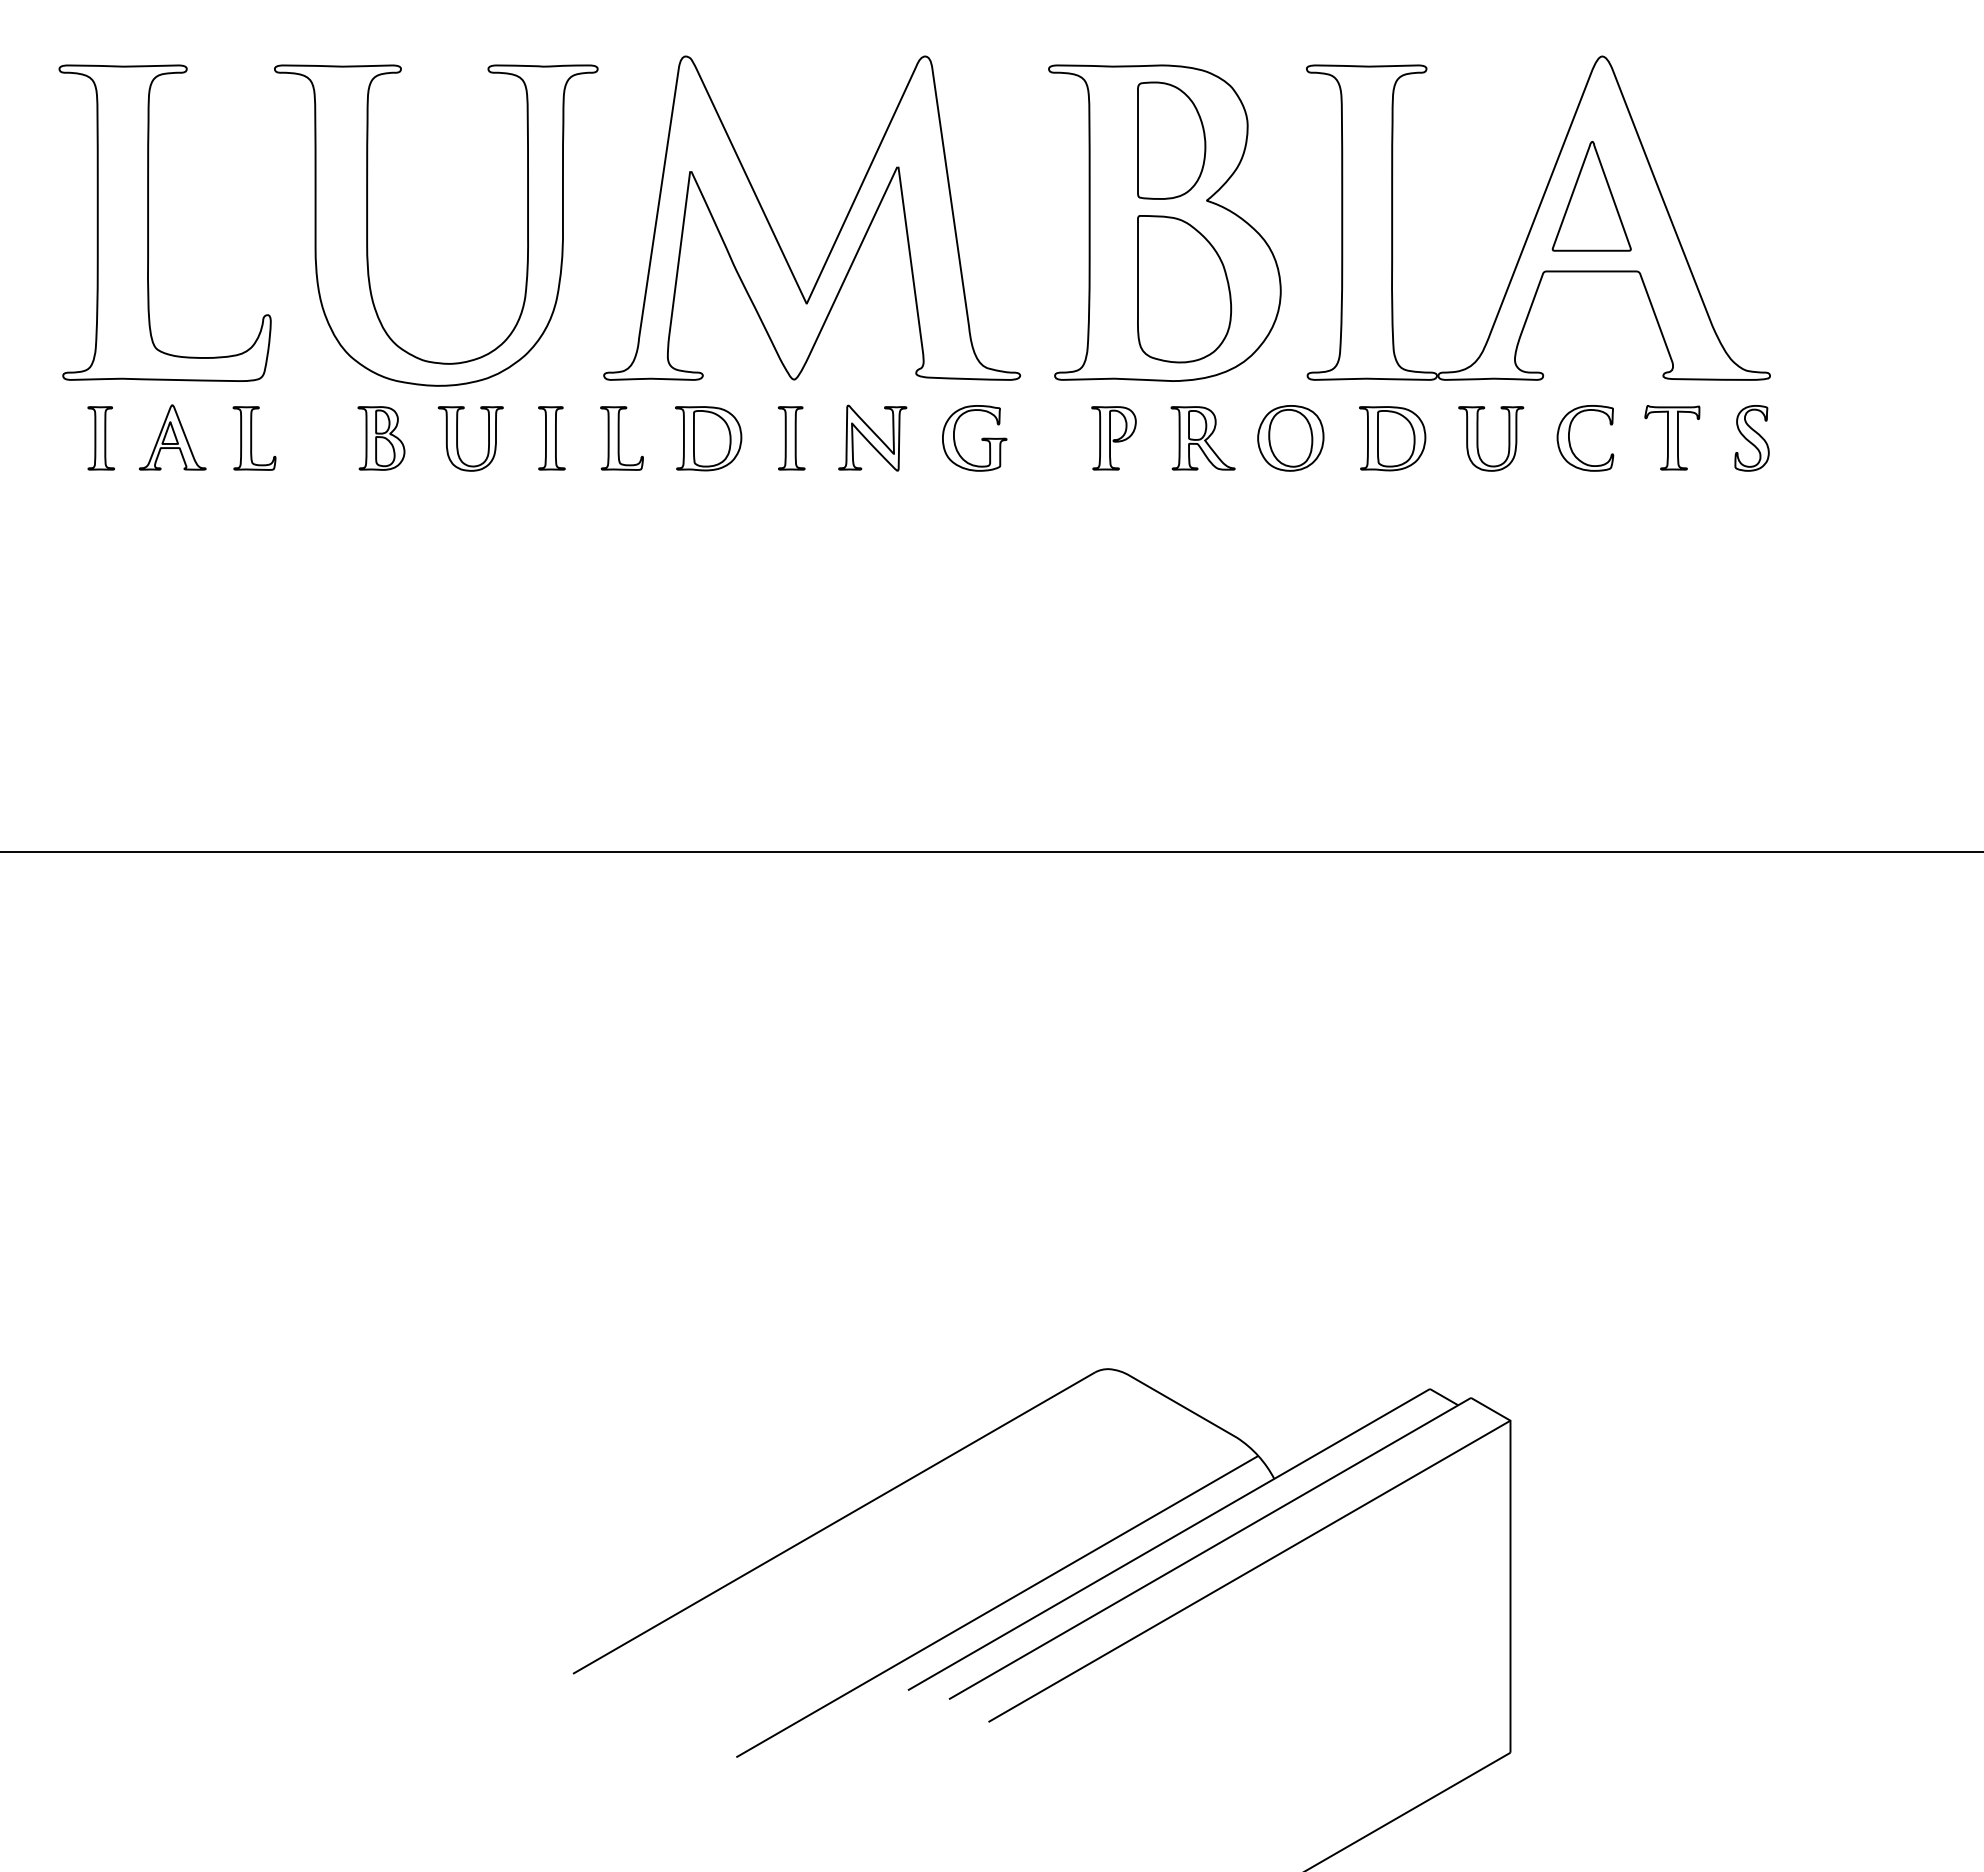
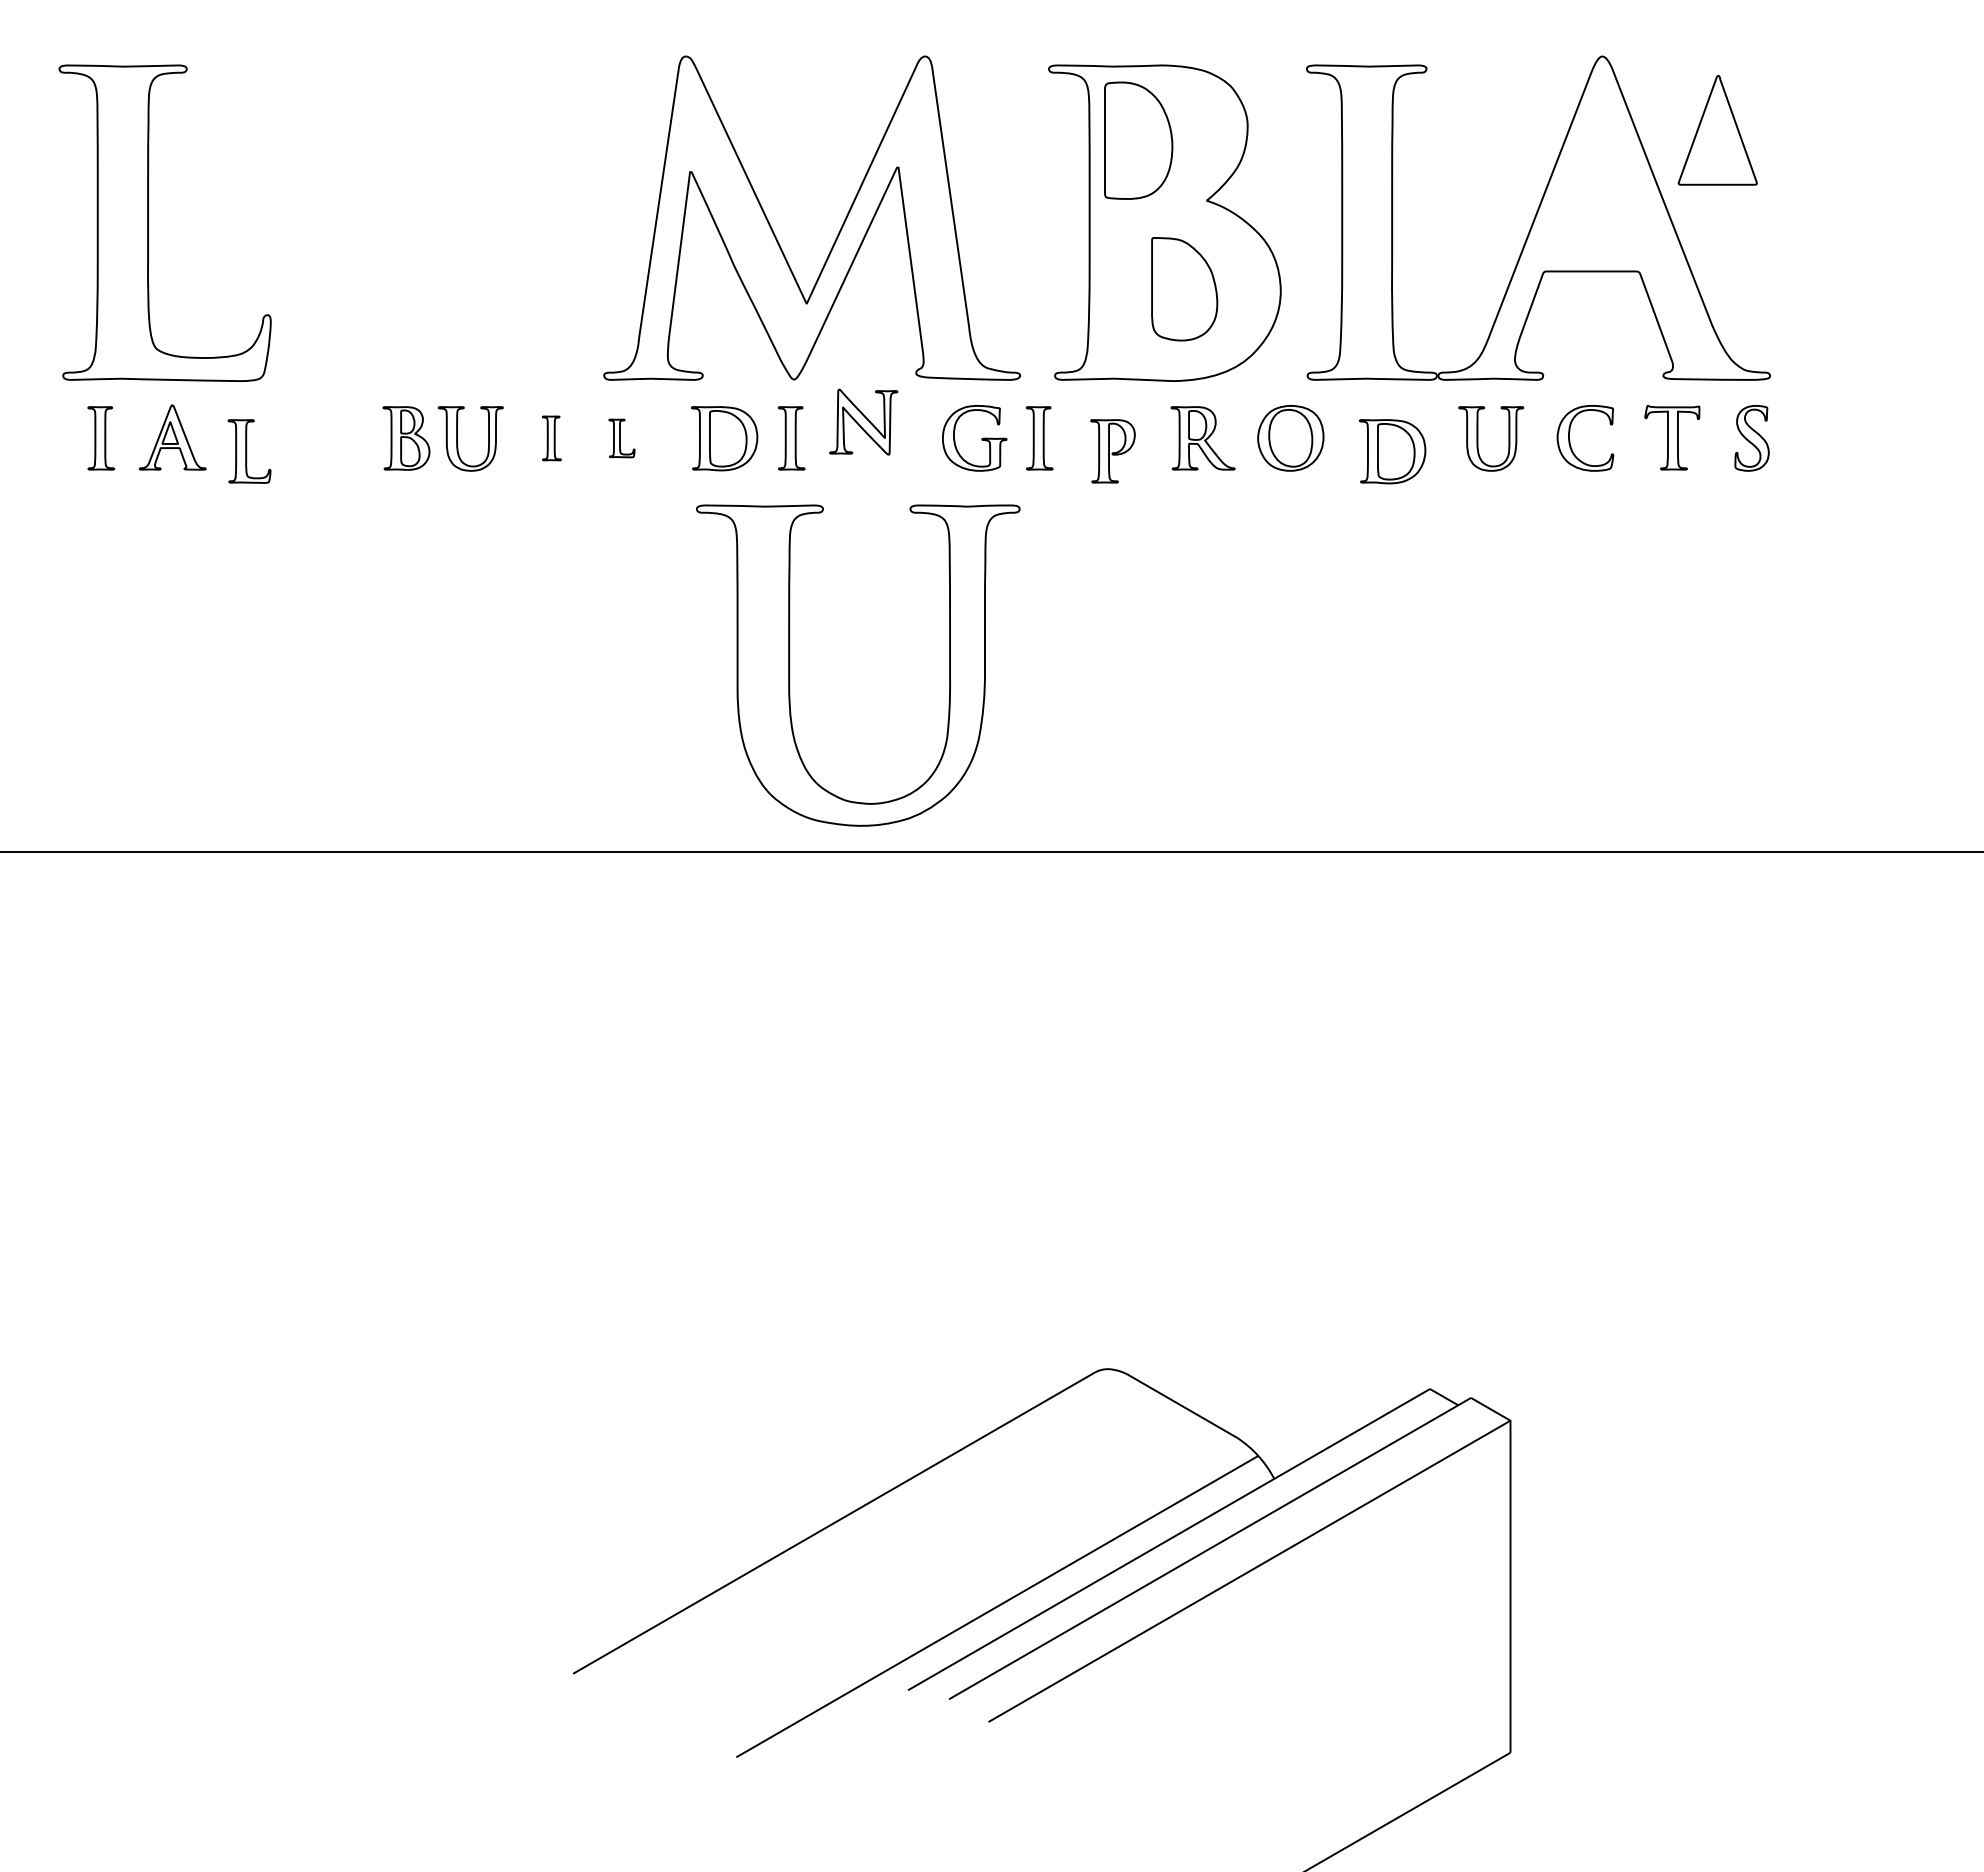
part at (1171, 140) position: (1171, 140) -> (1138, 140)
part at (1591, 196) position: (1591, 196) -> (1717, 130)
part at (367, 225) position: (367, 225) -> (789, 665)
part at (1184, 289) size: 96x149 px -> 68x105 px
part at (872, 437) position: (872, 437) -> (863, 421)
part at (254, 438) position: (254, 438) -> (249, 451)
part at (381, 438) position: (381, 438) -> (406, 438)
part at (551, 438) size: 28x65 px -> 20x47 px
part at (621, 438) size: 44x65 px -> 28x41 px
part at (708, 438) position: (708, 438) -> (724, 438)
part at (1039, 438): none -> present
part at (1113, 438) position: (1113, 438) -> (1112, 451)
part at (1392, 438) position: (1392, 438) -> (1392, 451)
